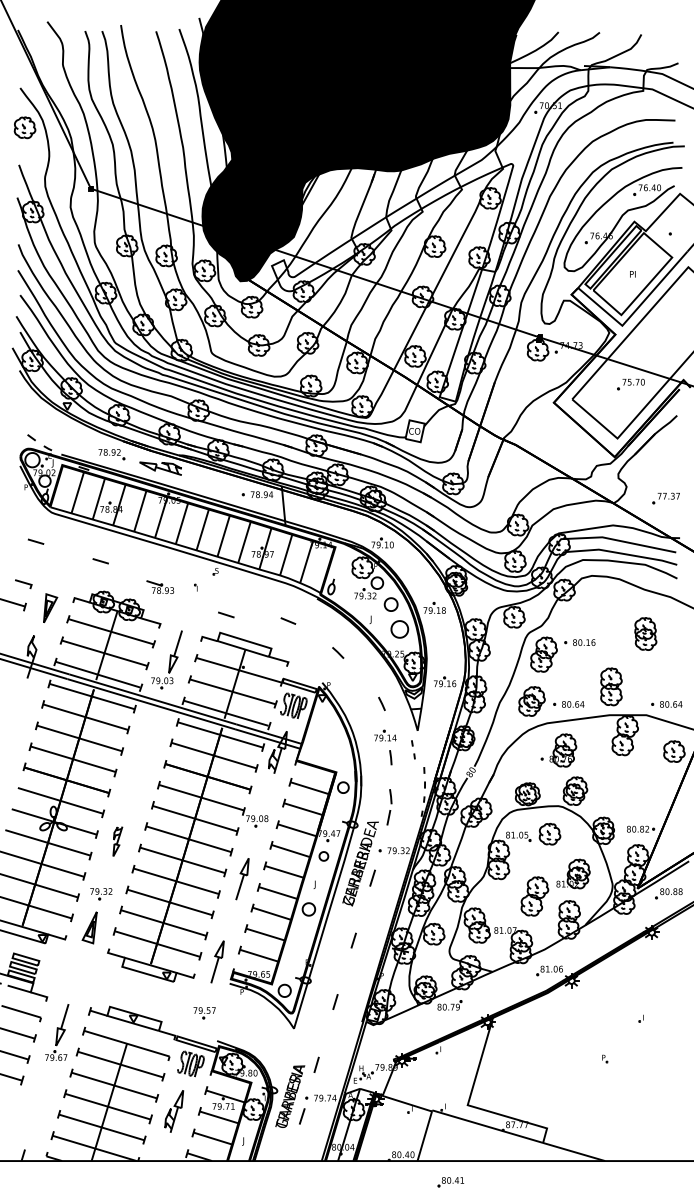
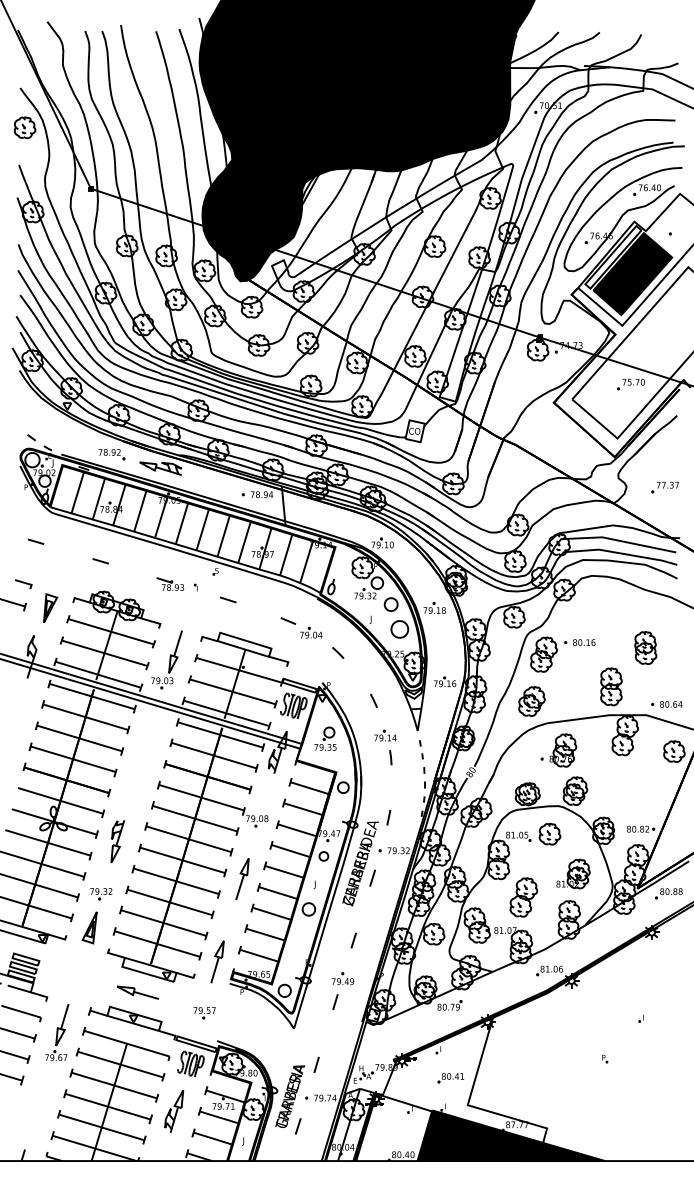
fill at (632, 274): none -> present
part at (665, 498) position: (665, 498) -> (664, 487)
part at (159, 586) position: (159, 586) -> (169, 583)
line at (226, 614) position: (226, 614) -> (228, 599)
part at (311, 632): none -> present
part at (645, 633) position: (645, 633) -> (645, 647)
line at (381, 703) position: (381, 703) -> (373, 700)
part at (568, 704): present -> none
part at (325, 738): none -> present
part at (413, 749) position: (413, 749) -> (421, 749)
line at (390, 796): present -> none
part at (117, 841) size: 12x31 px -> 16x43 px
part at (534, 896) position: (534, 896) -> (523, 897)
part at (342, 978): none -> present
part at (137, 992): none -> present
line at (302, 1116) position: (302, 1116) -> (298, 1126)
fill at (511, 1135): none -> present
part at (450, 1182) position: (450, 1182) -> (450, 1078)
